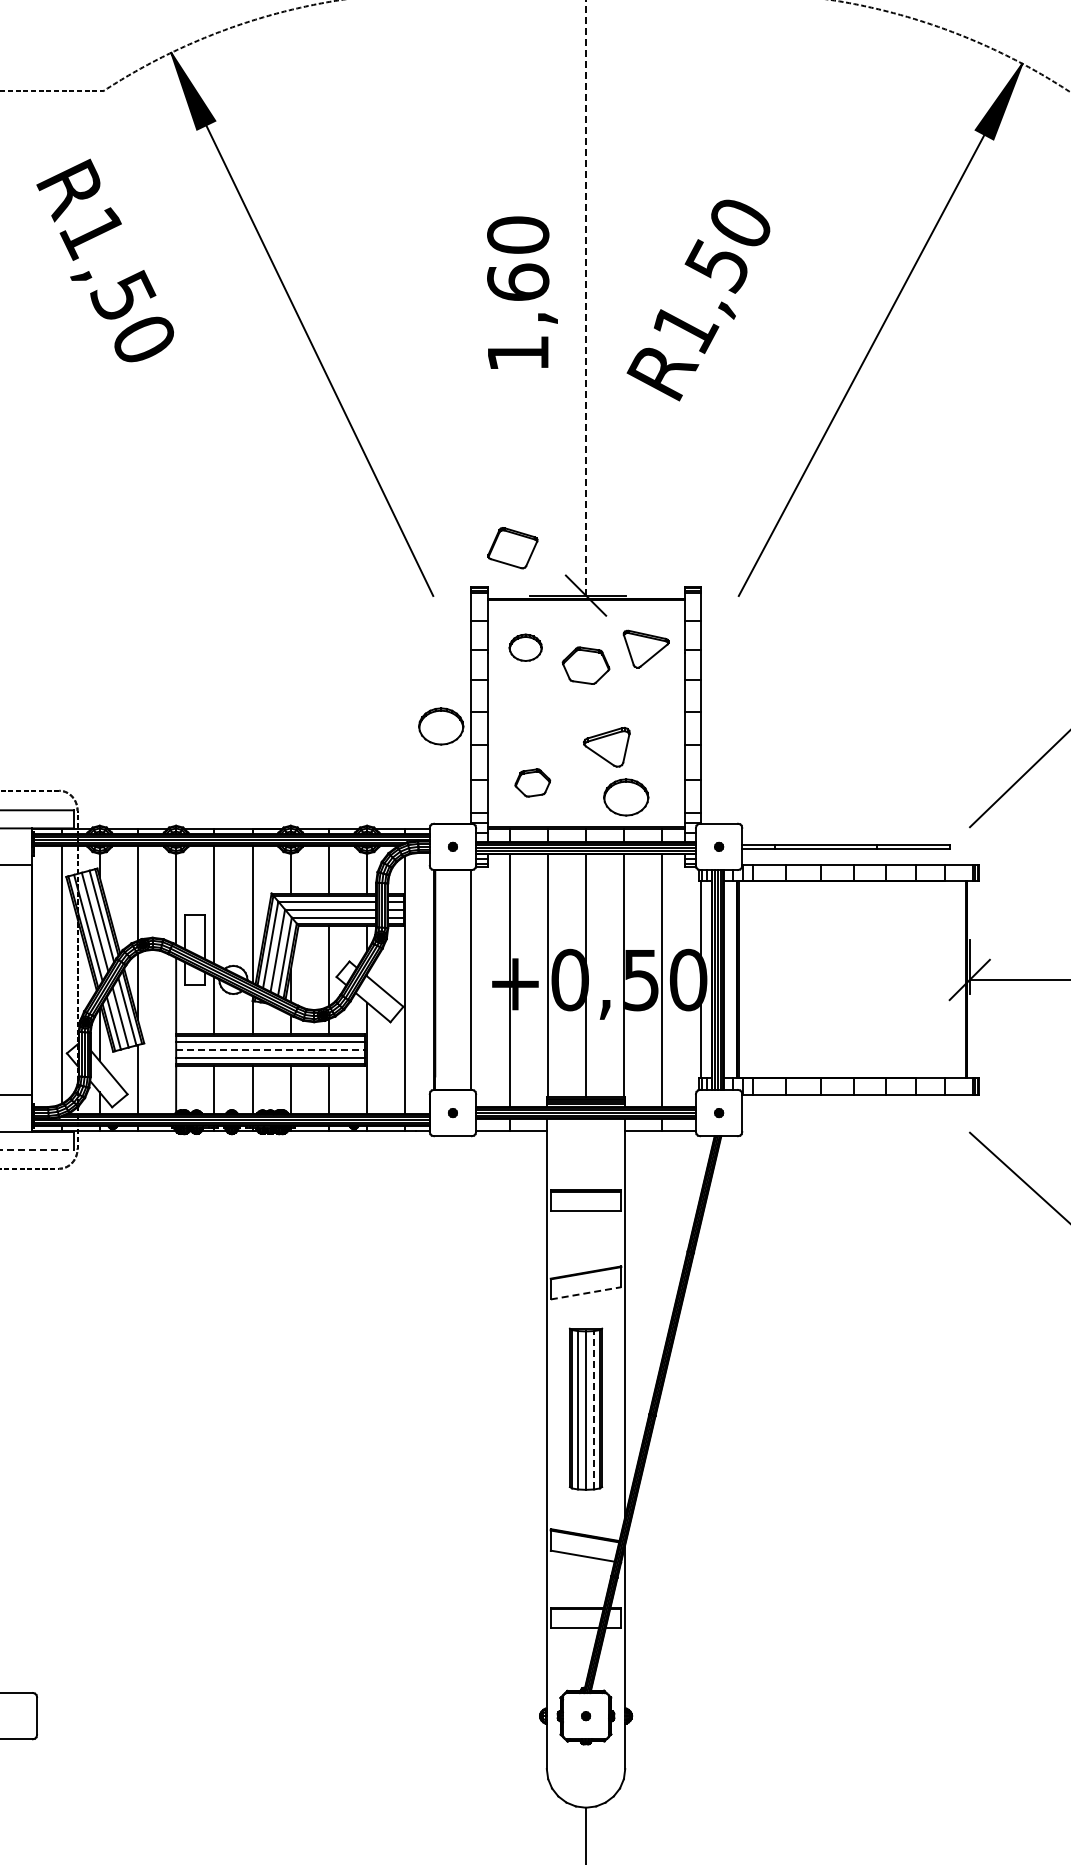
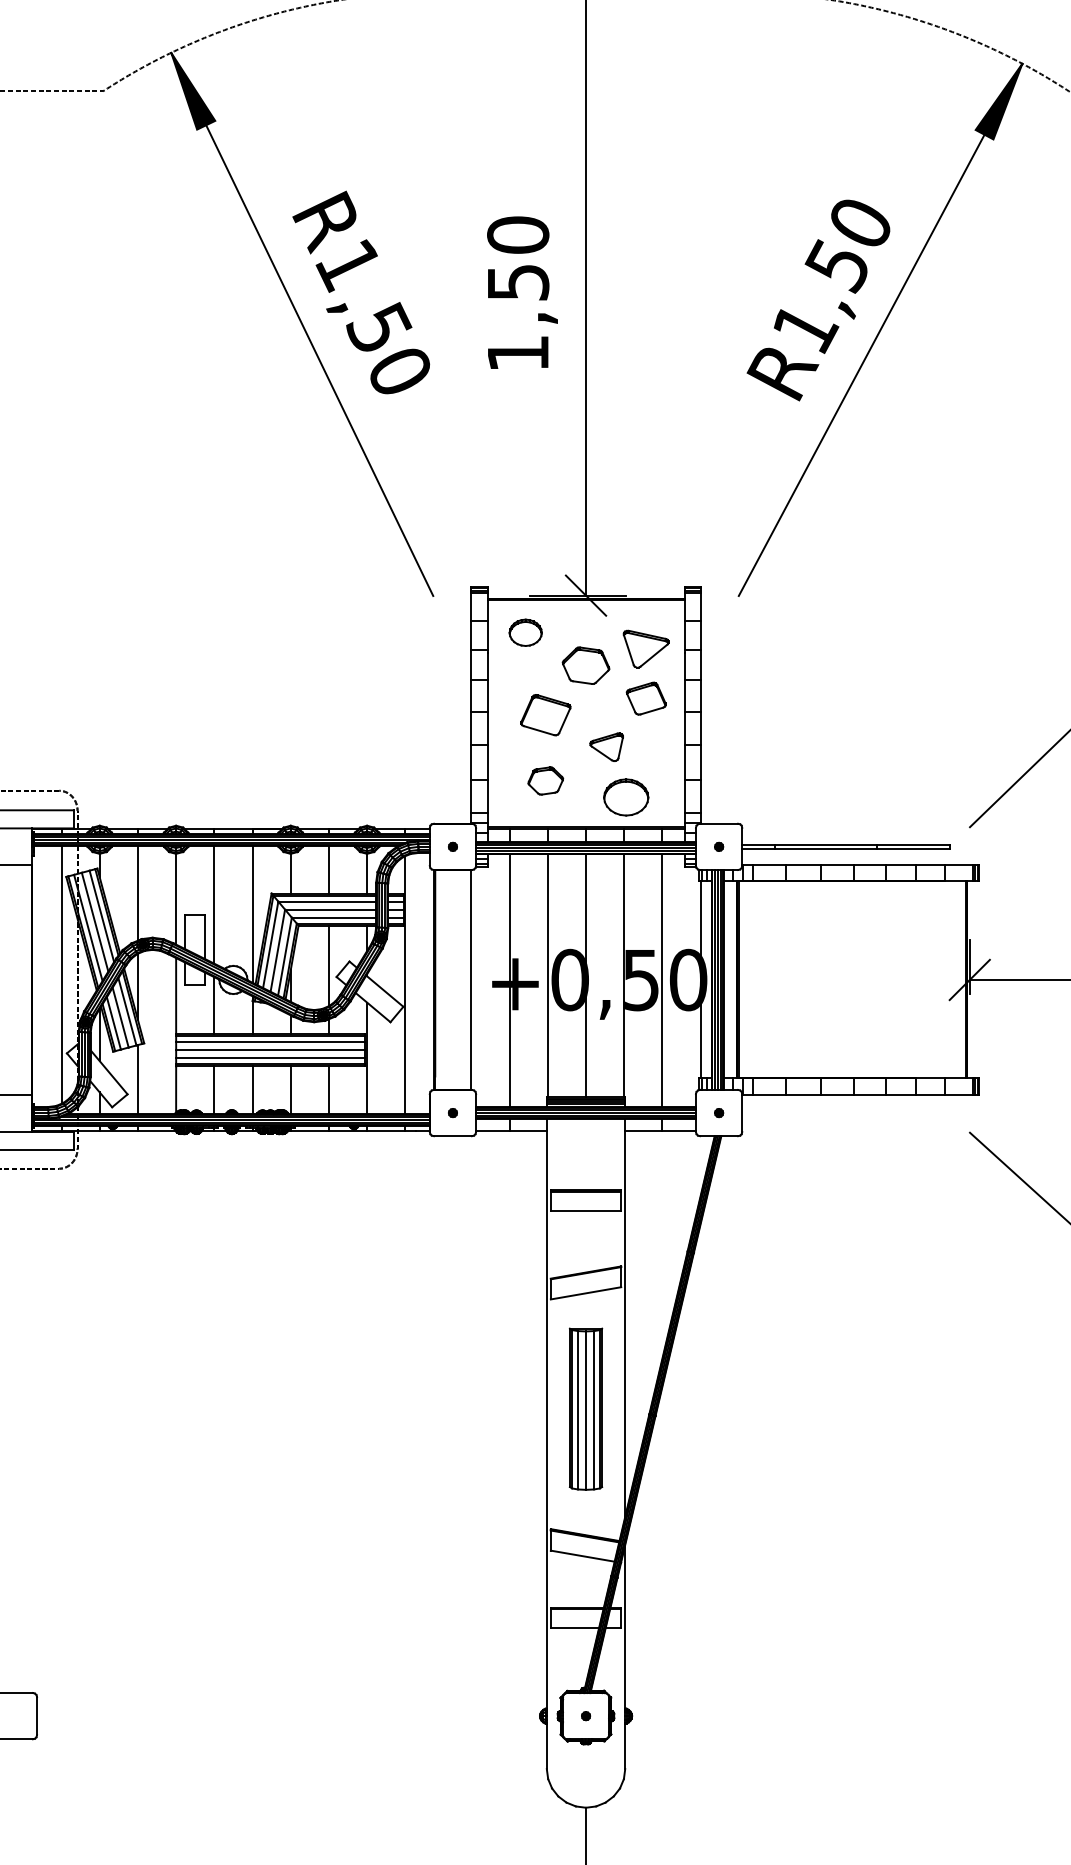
text at (104, 260) position: (104, 260) -> (360, 292)
text at (518, 281): 1,60 -> 1,50
line at (586, 297): dashed -> solid
text at (698, 300) position: (698, 300) -> (818, 300)
part at (512, 548) position: (512, 548) -> (545, 715)
part at (525, 647) position: (525, 647) -> (525, 632)
part at (645, 698): none -> present
part at (441, 726): present -> none
part at (606, 747) size: 48x41 px -> 35x30 px
part at (532, 782) position: (532, 782) -> (545, 780)
line at (271, 1050): dashed -> solid
line at (37, 1149): dashed -> solid
line at (586, 1293): dashed -> solid
line at (594, 1409): dashed -> solid
